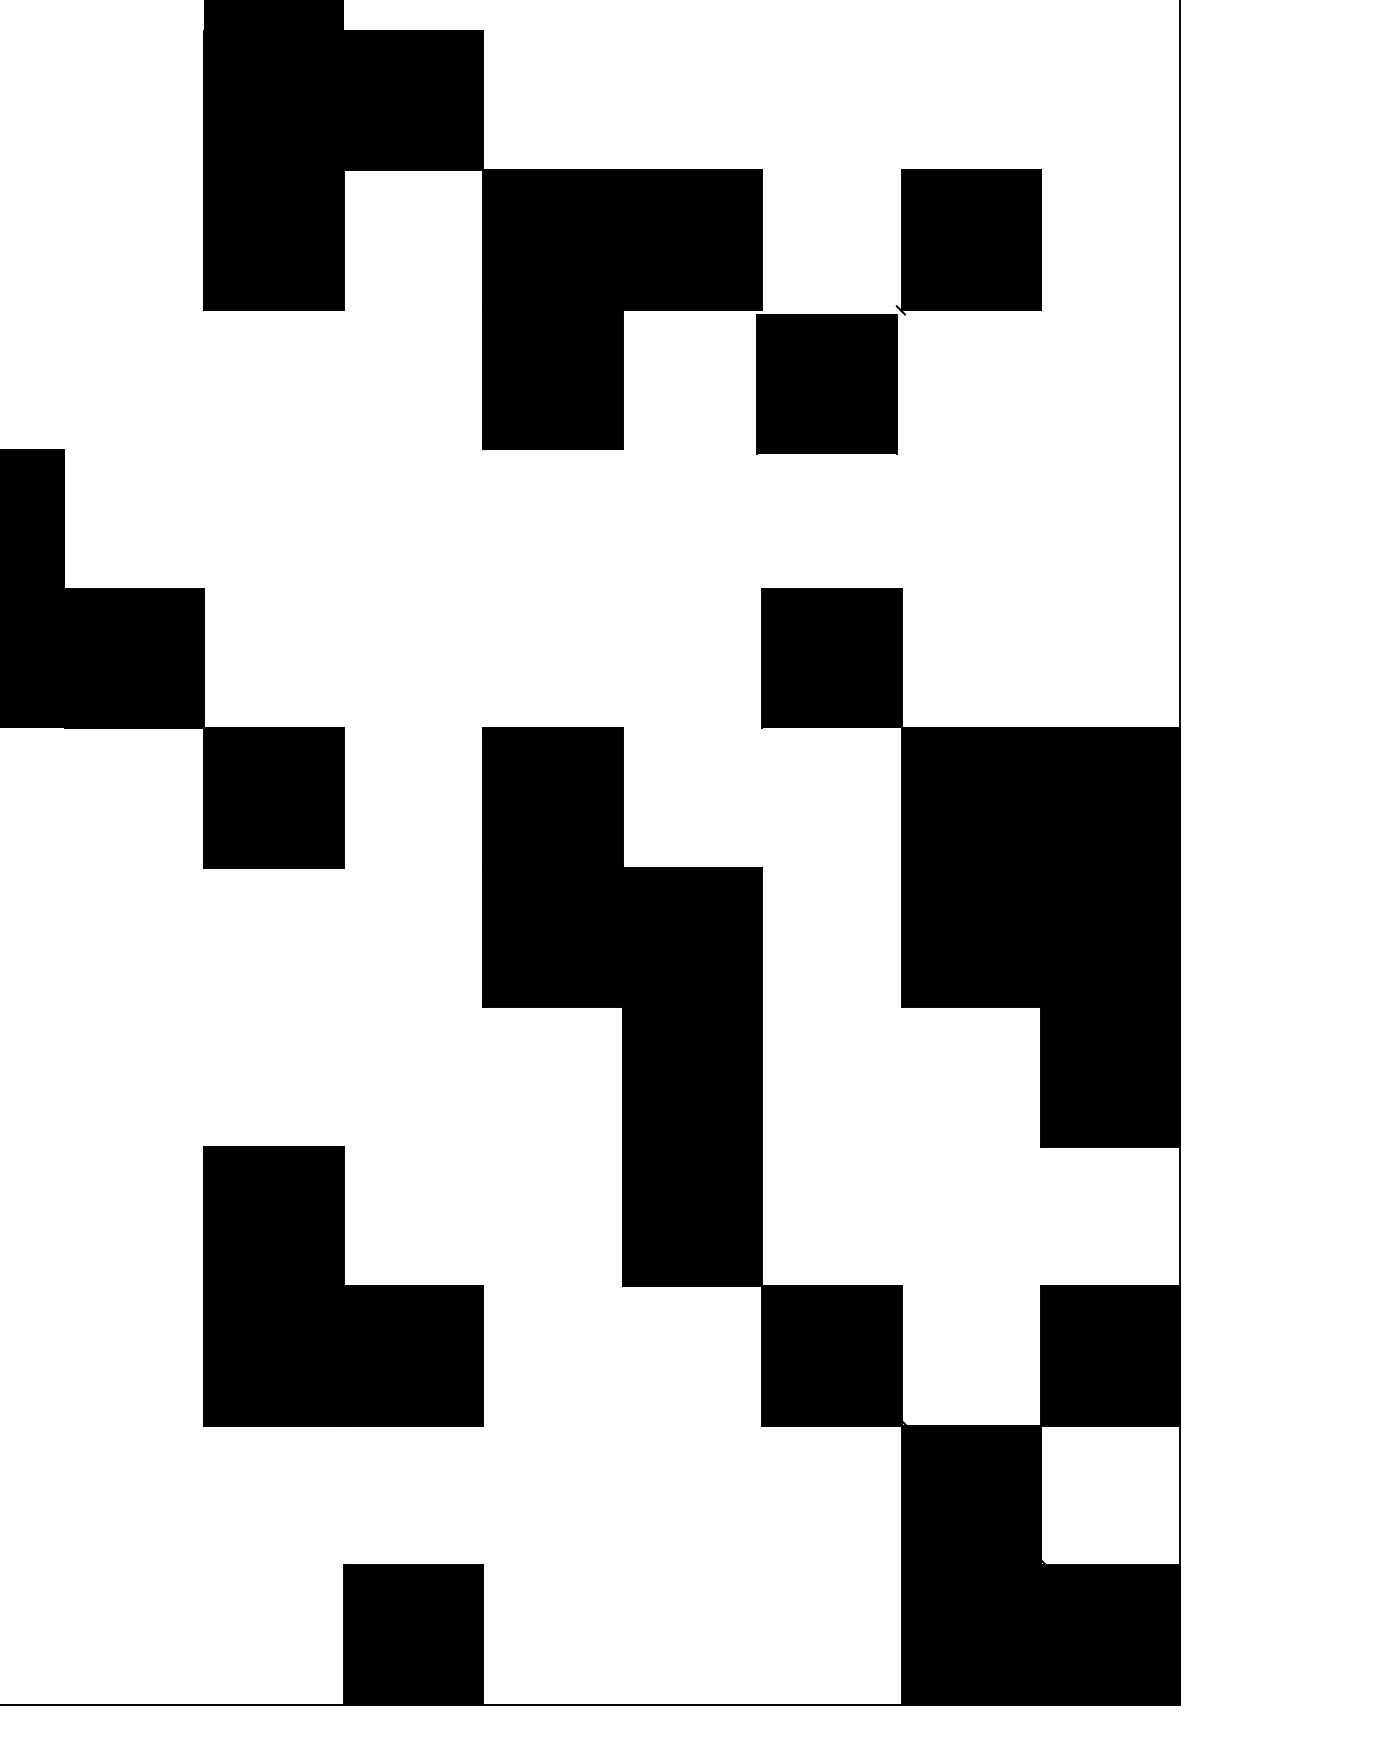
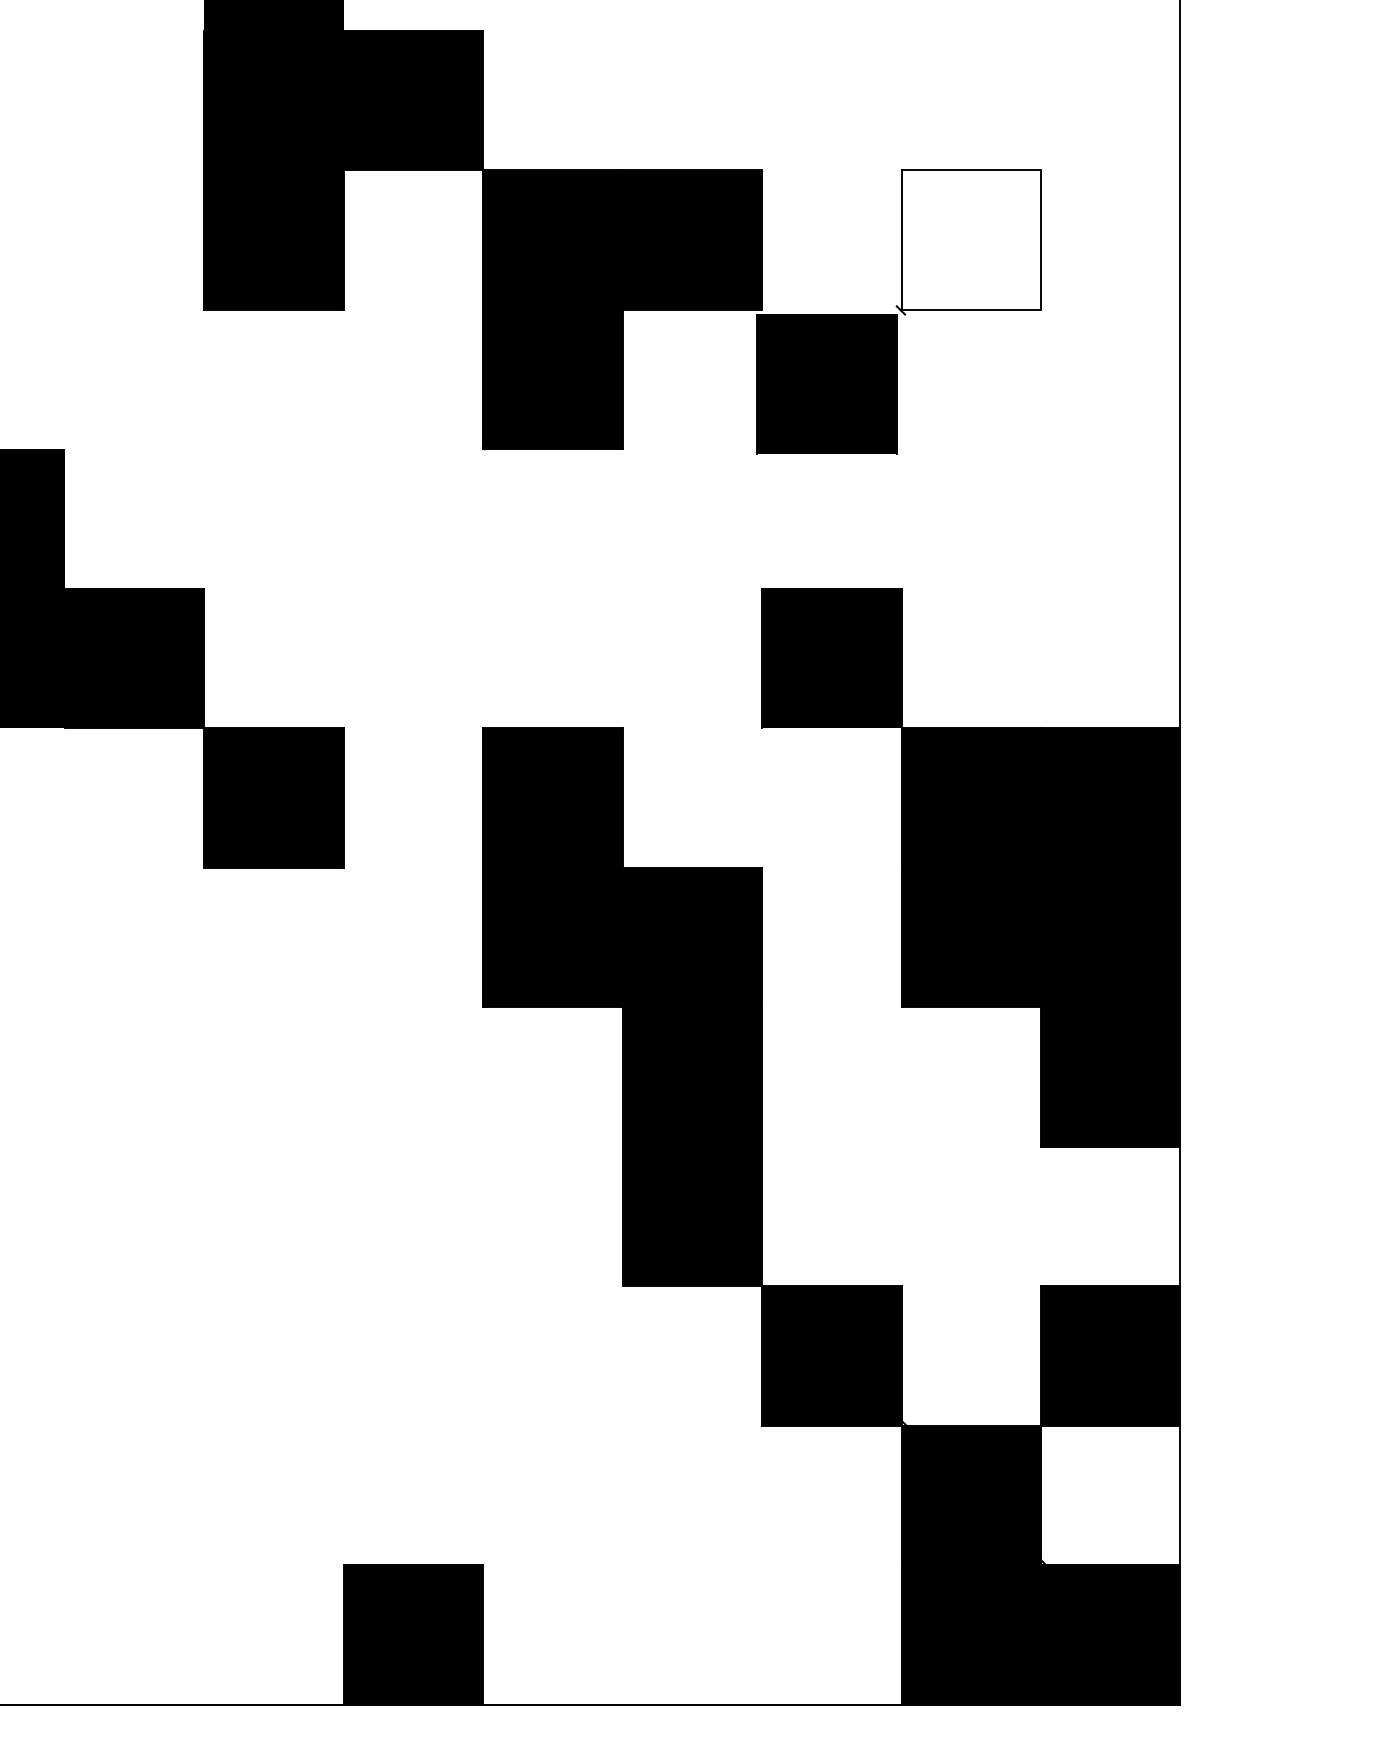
fill at (970, 239): present -> none
part at (343, 1286): present -> none
